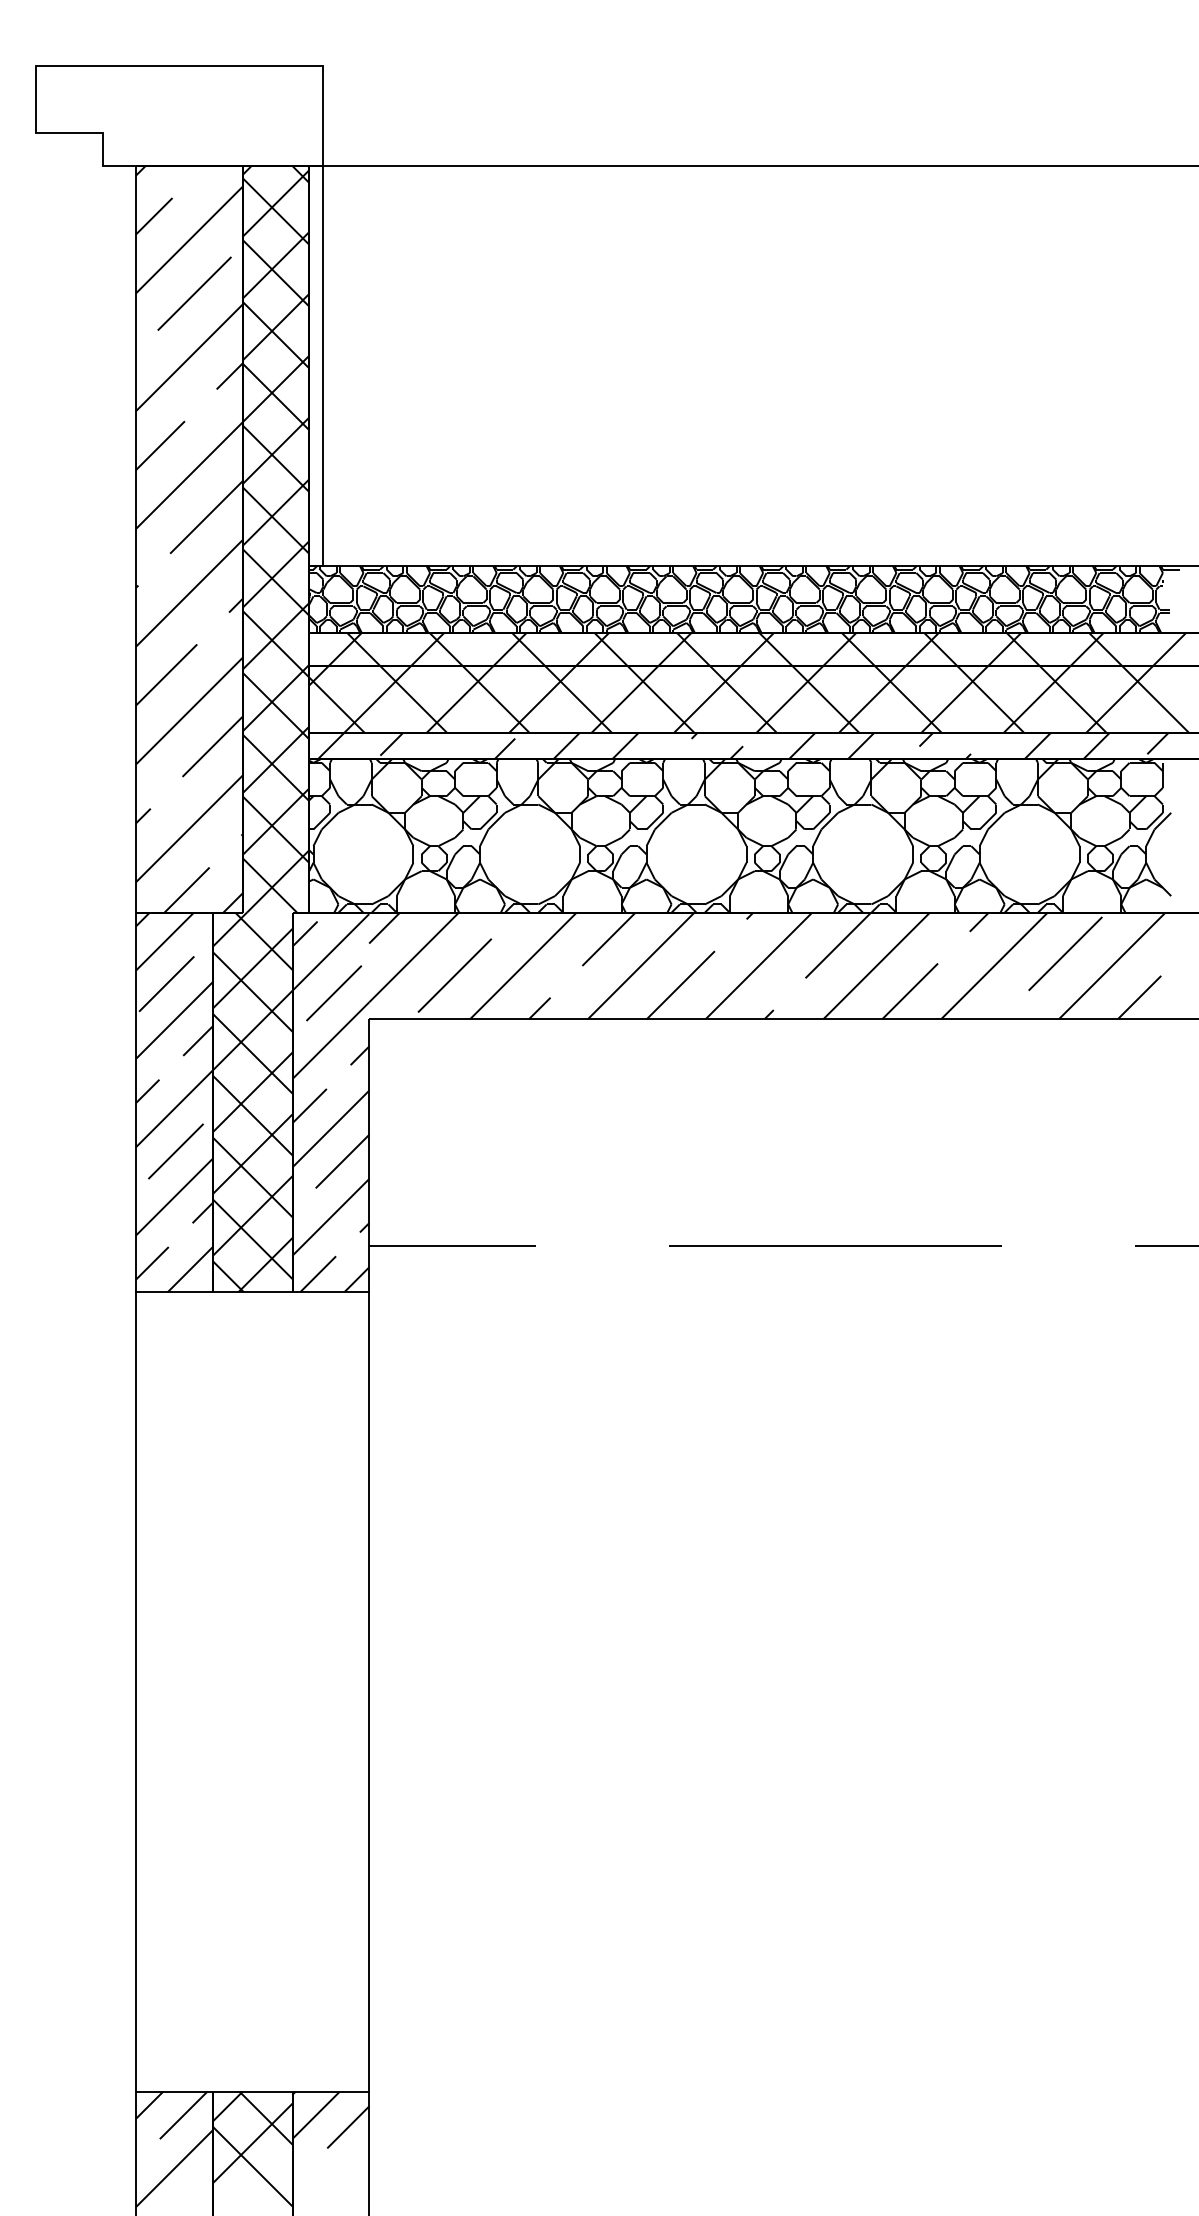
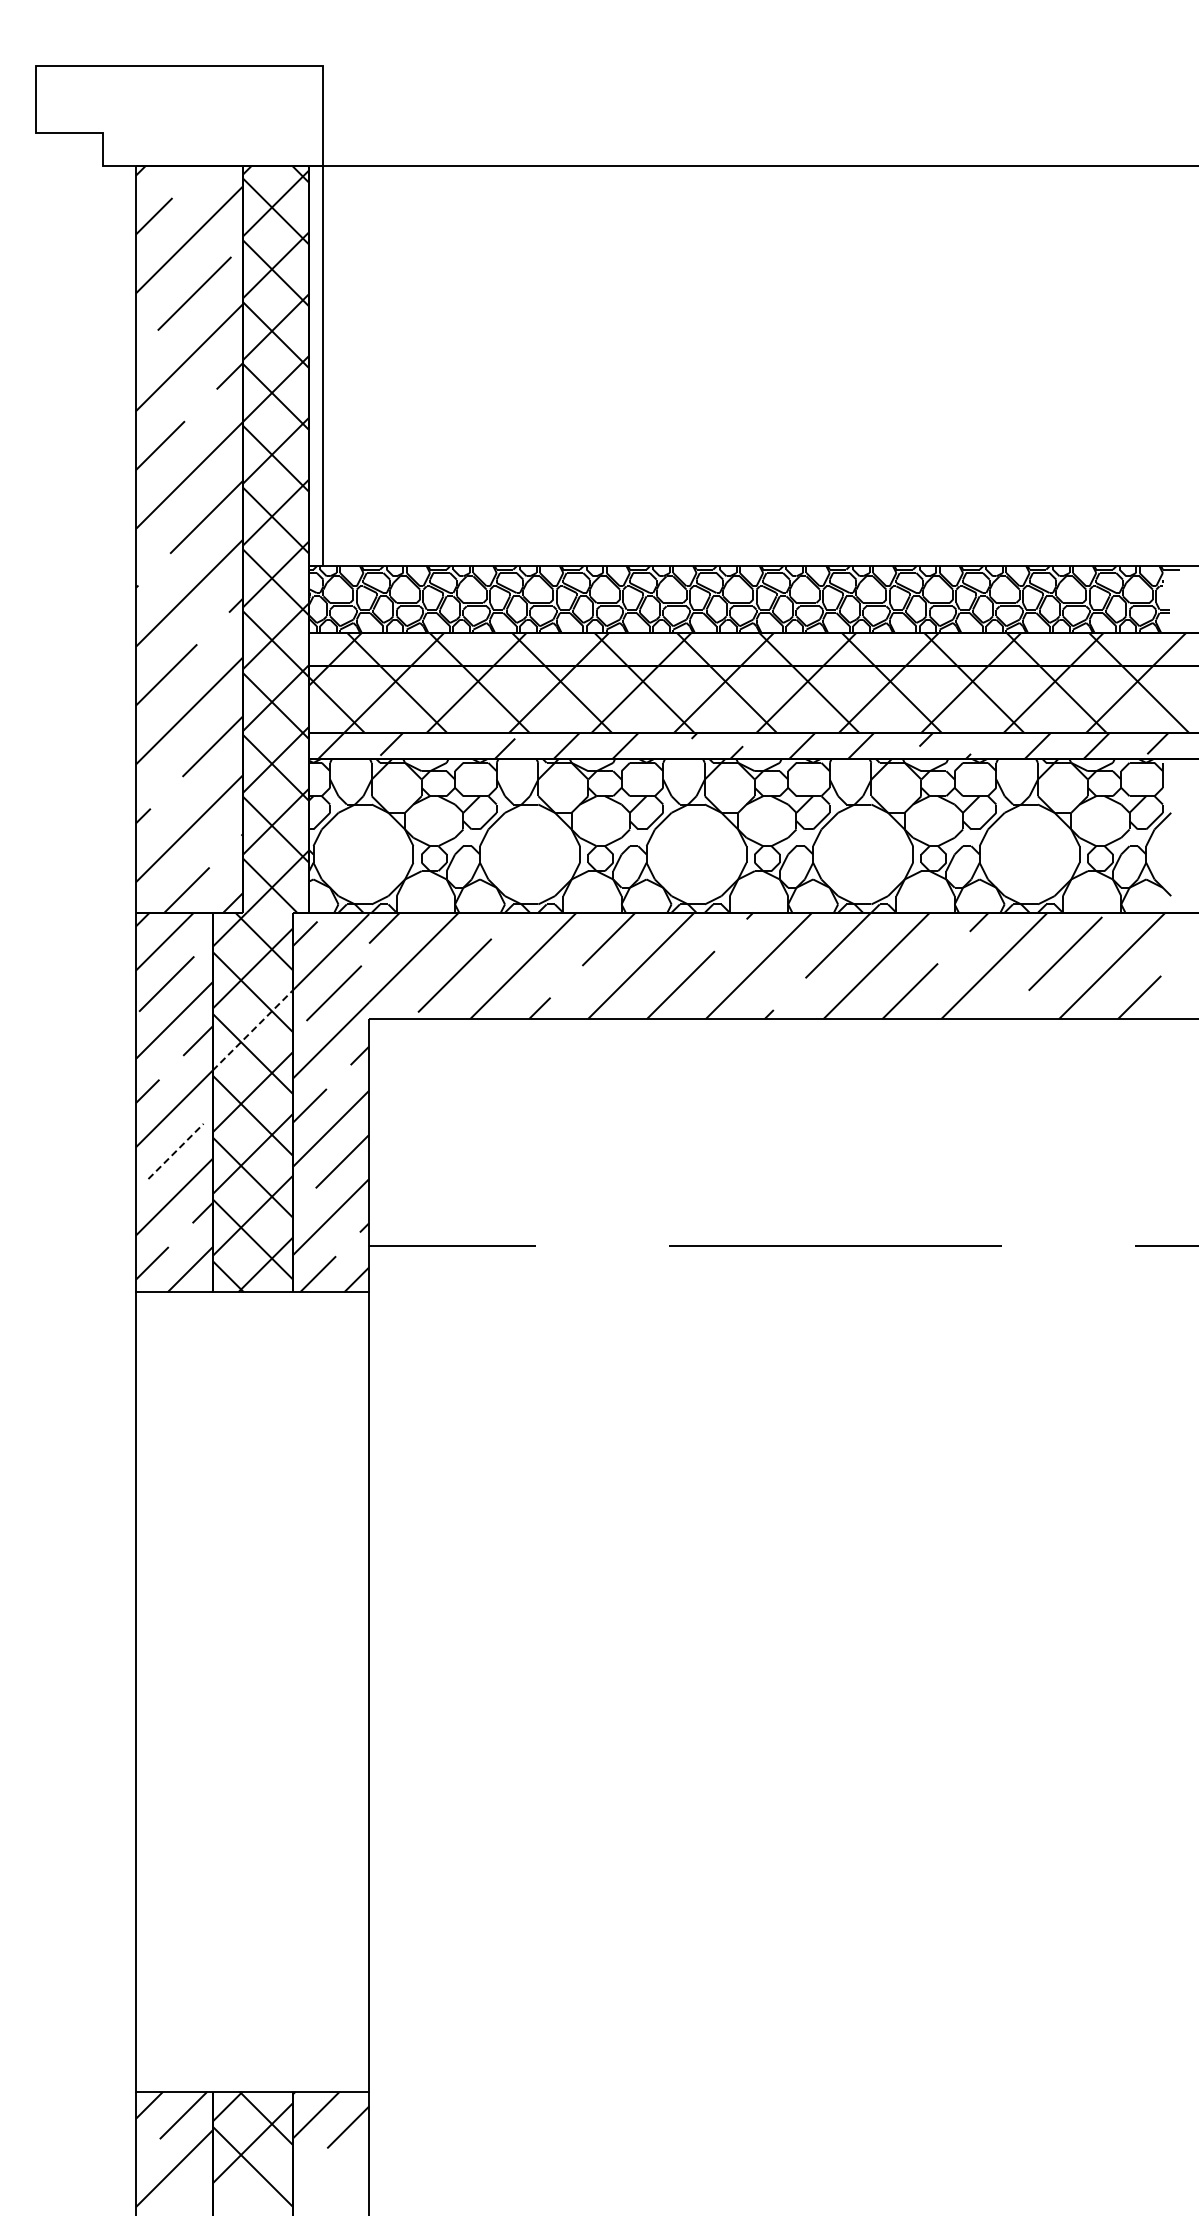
line at (252, 1030): solid -> dashed
line at (176, 1151): solid -> dashed
